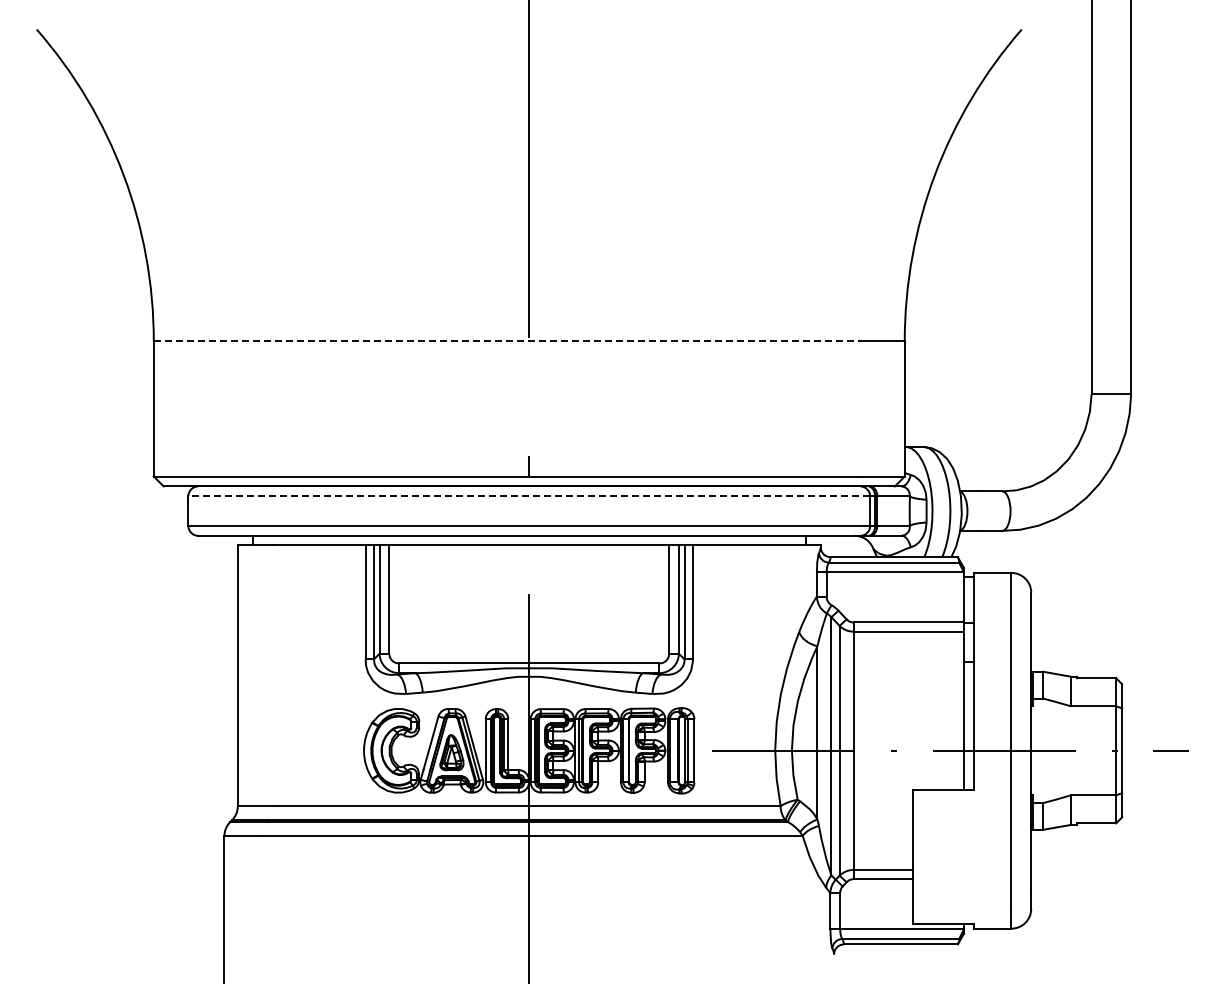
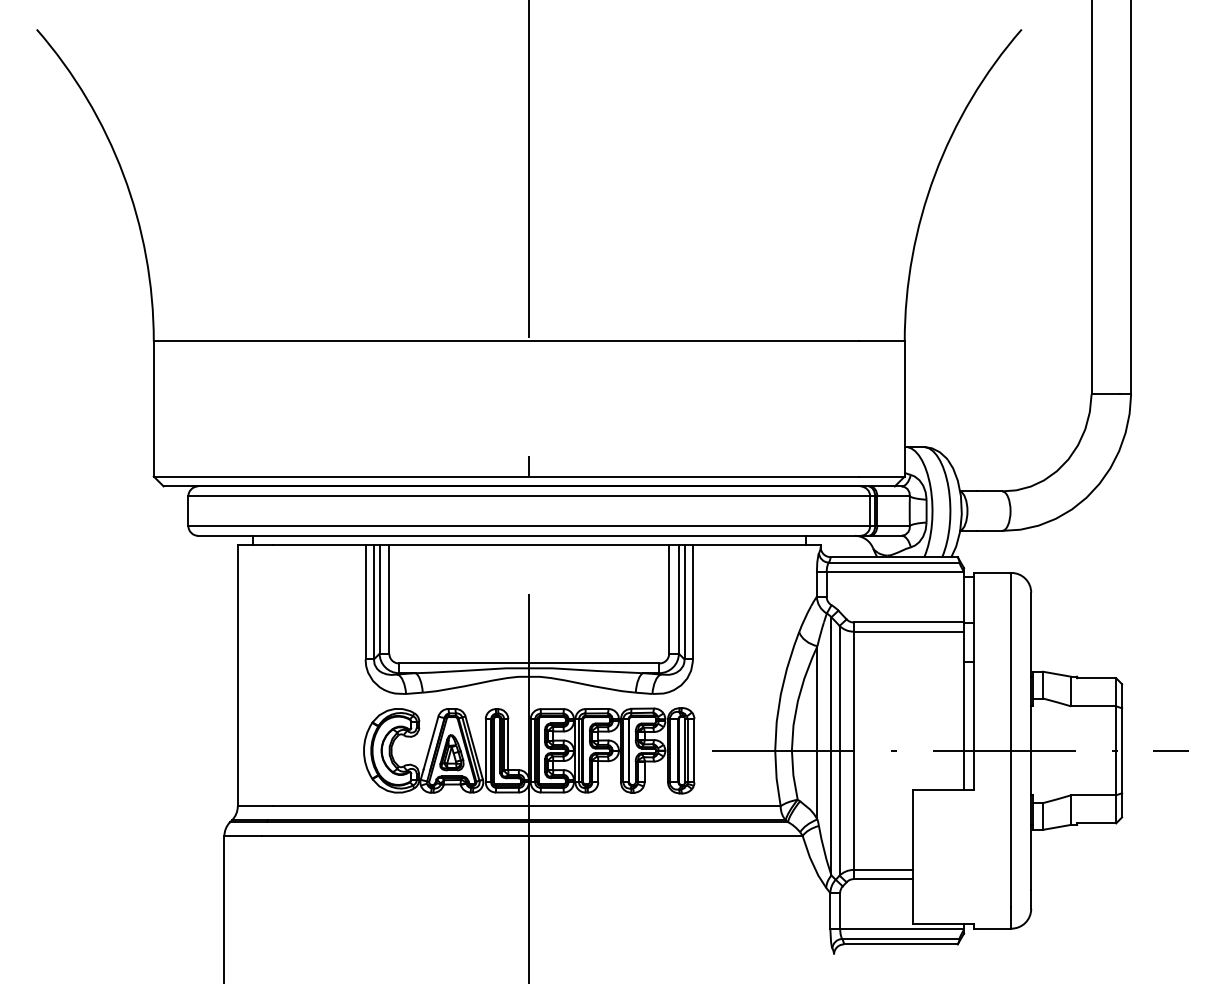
line at (506, 341): dashed -> solid
line at (529, 496): dashed -> solid
